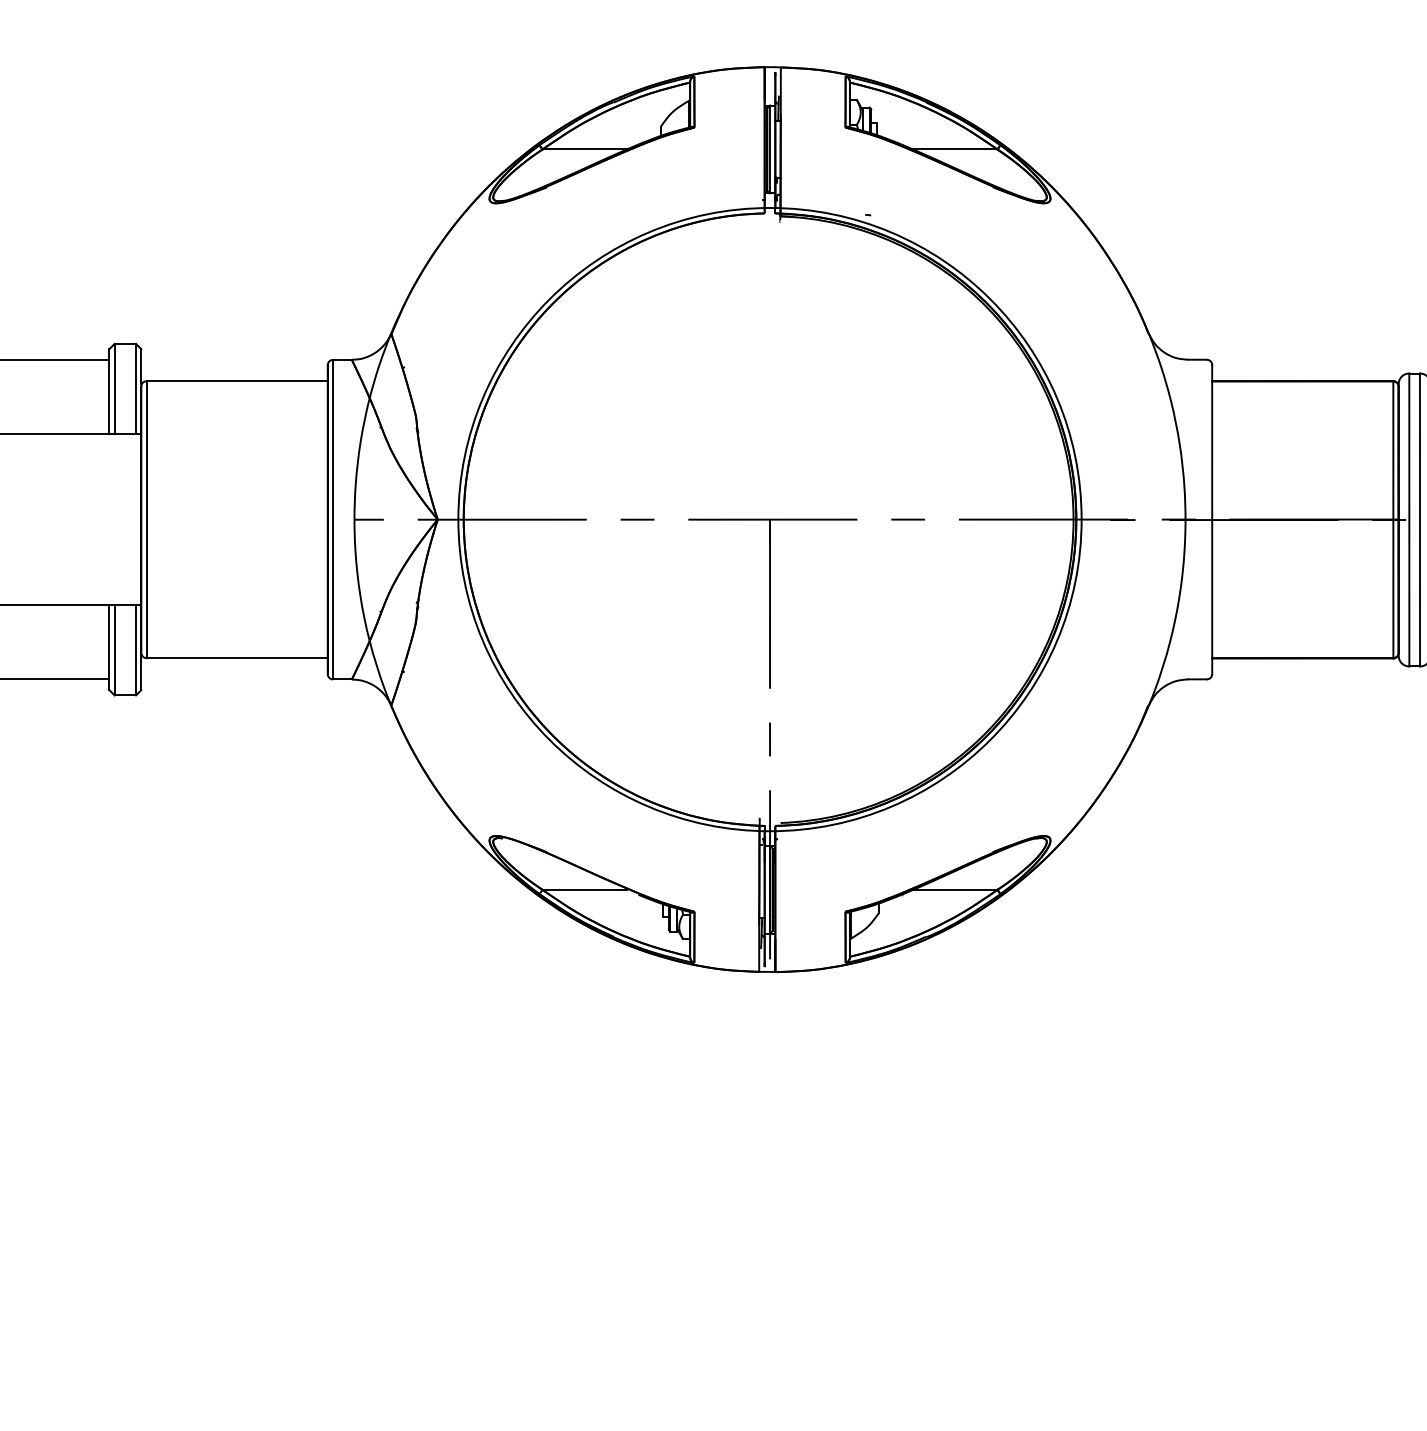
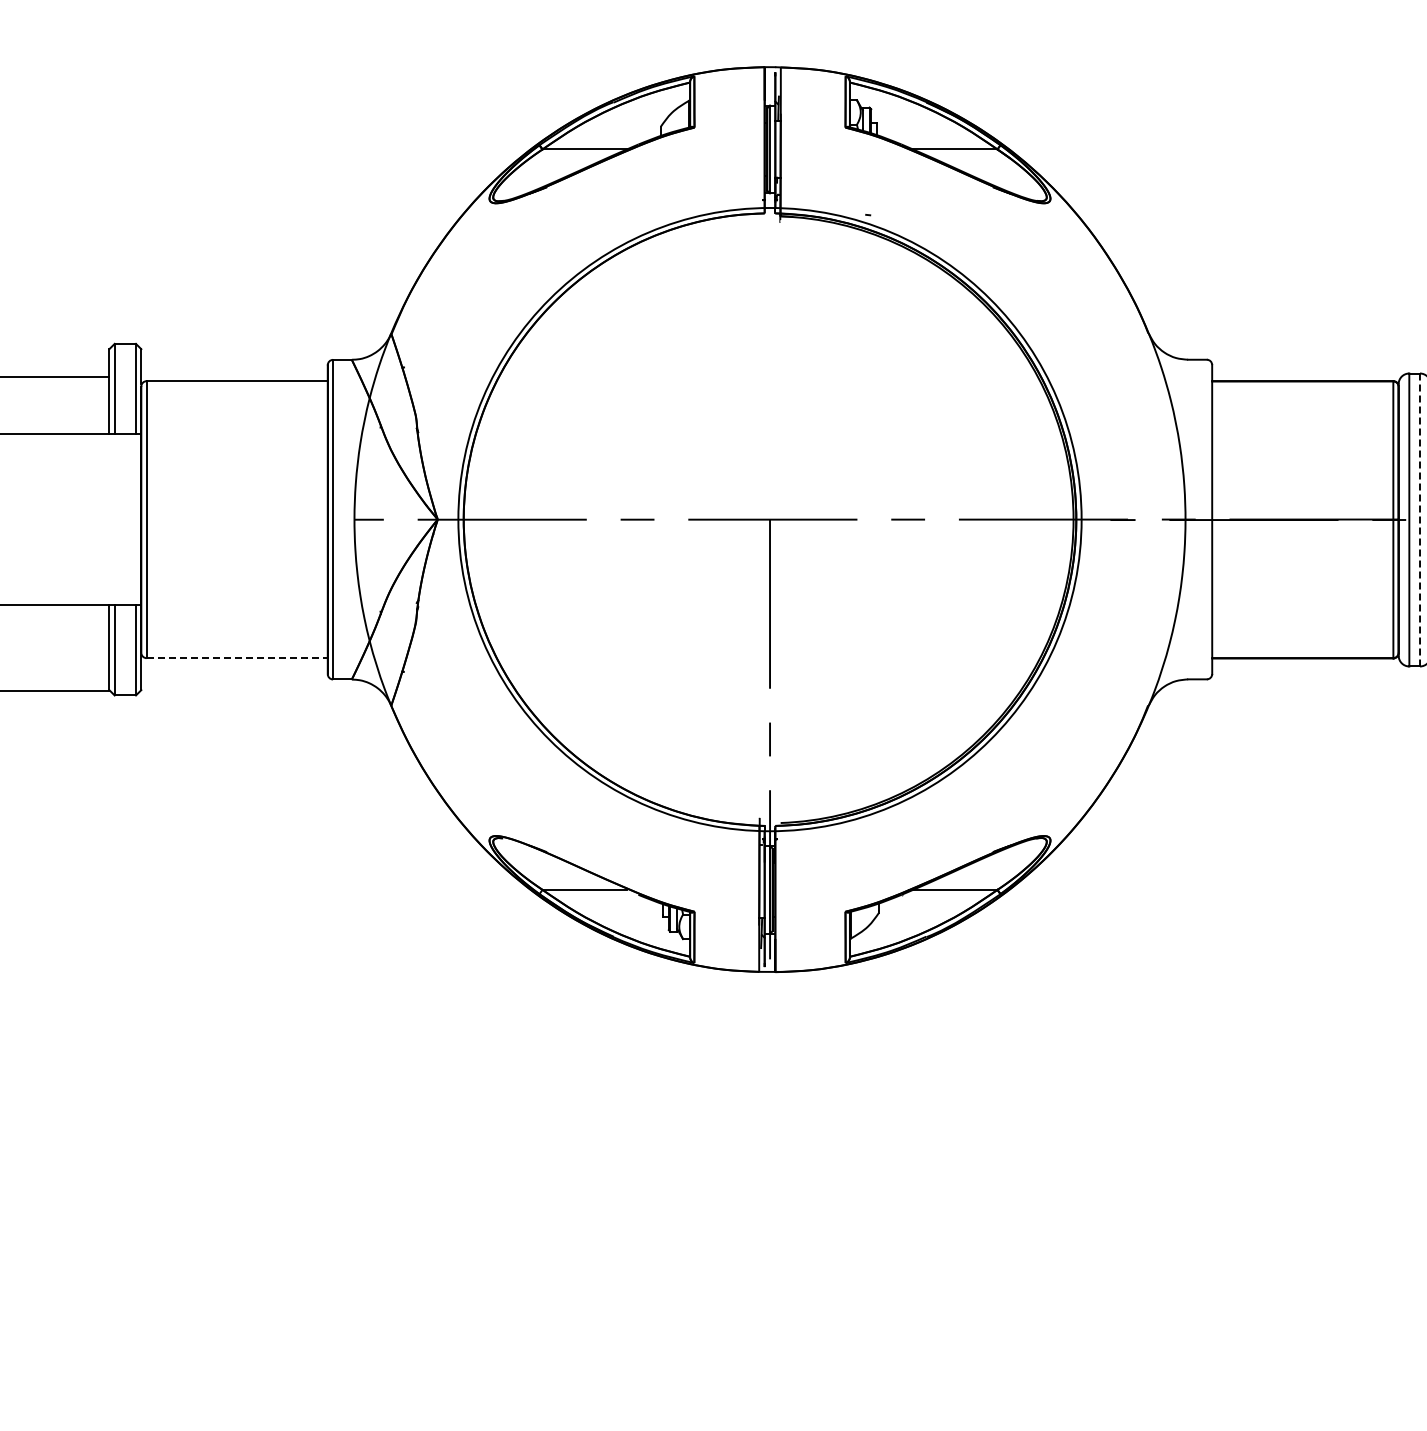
line at (55, 359) position: (55, 359) -> (55, 376)
line at (1419, 520): solid -> dashed
line at (237, 658): solid -> dashed
line at (55, 679) position: (55, 679) -> (55, 691)
